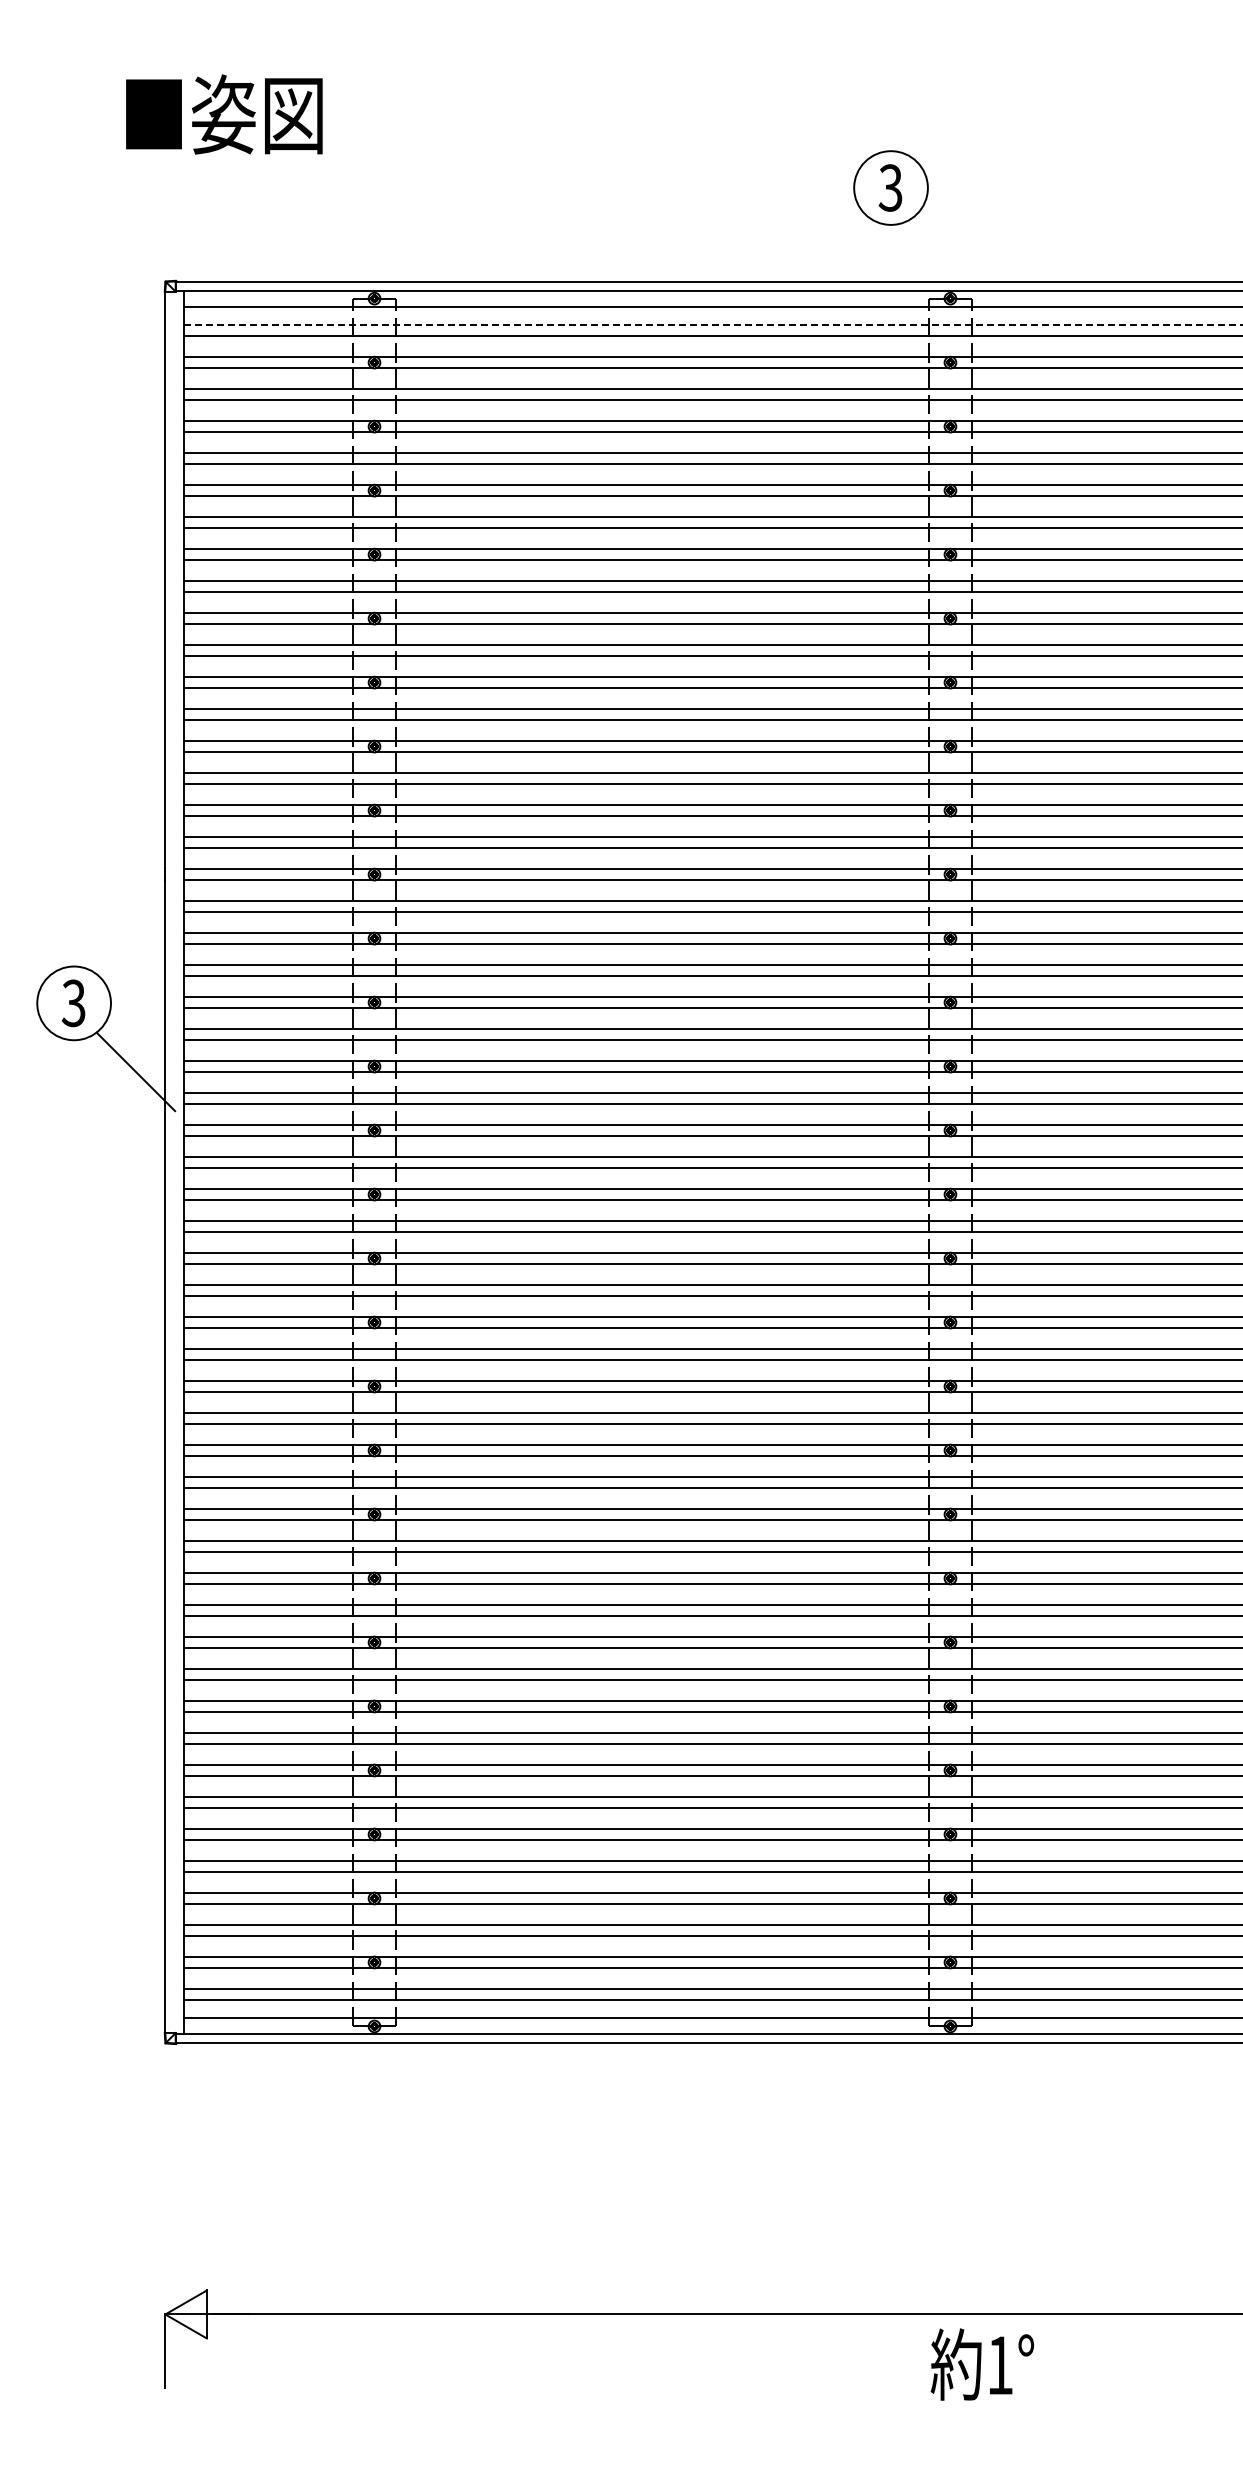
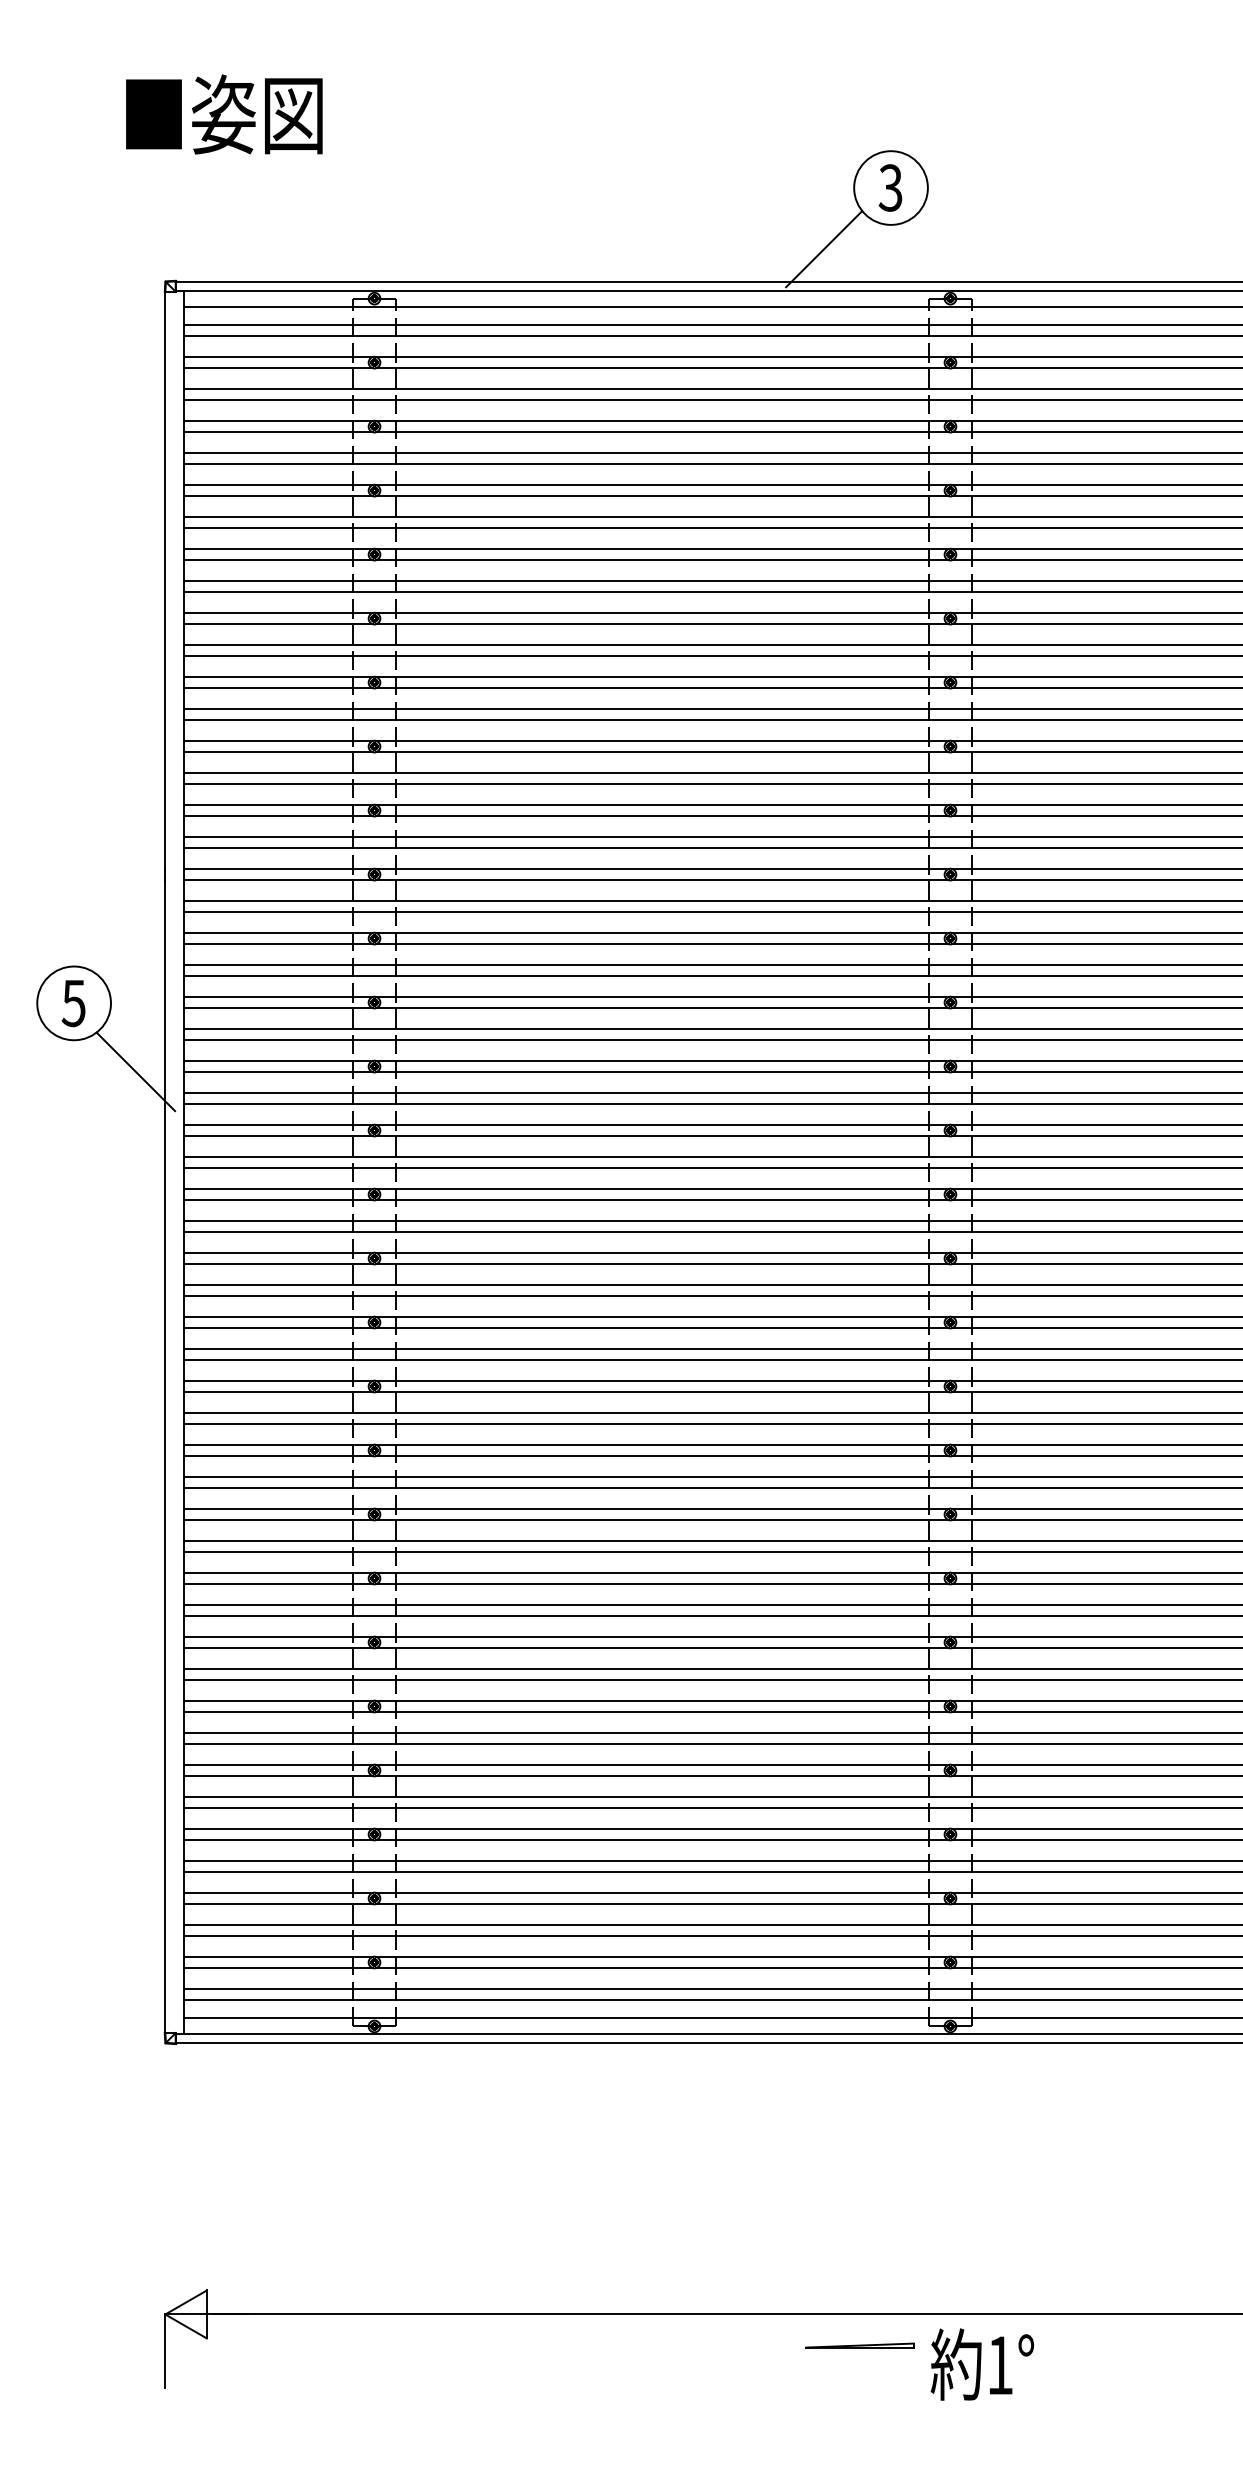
line at (824, 249): none -> present
line at (713, 325): dashed -> solid
text at (73, 1002): 3 -> 5
part at (859, 2345): none -> present
